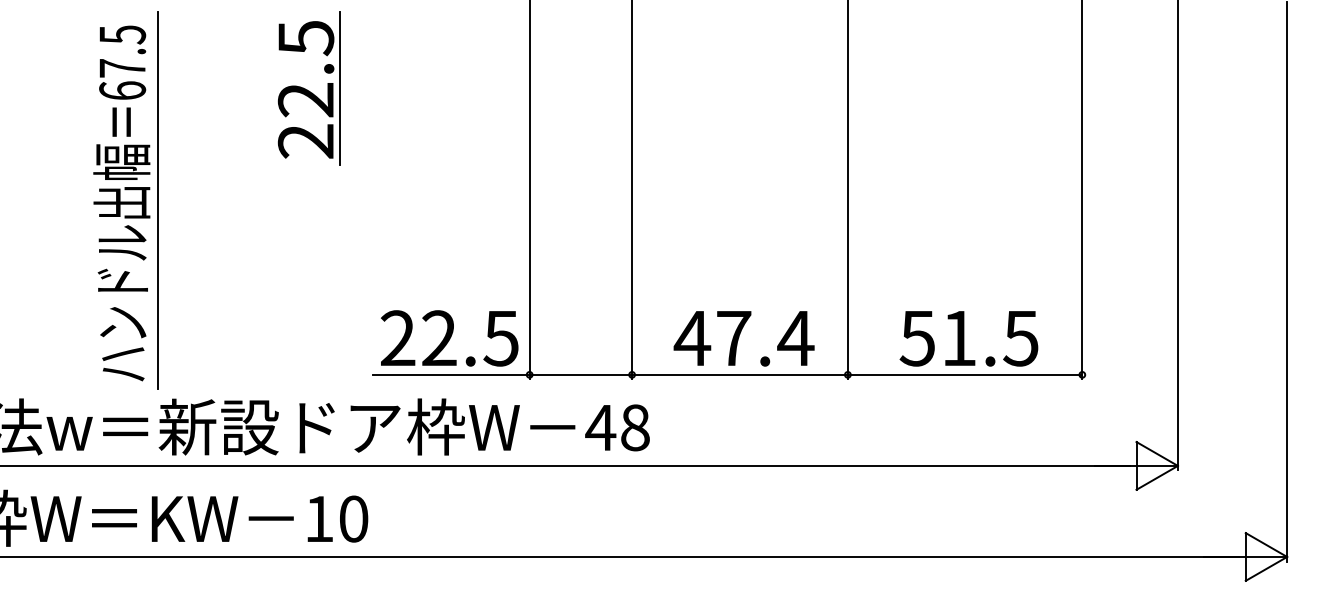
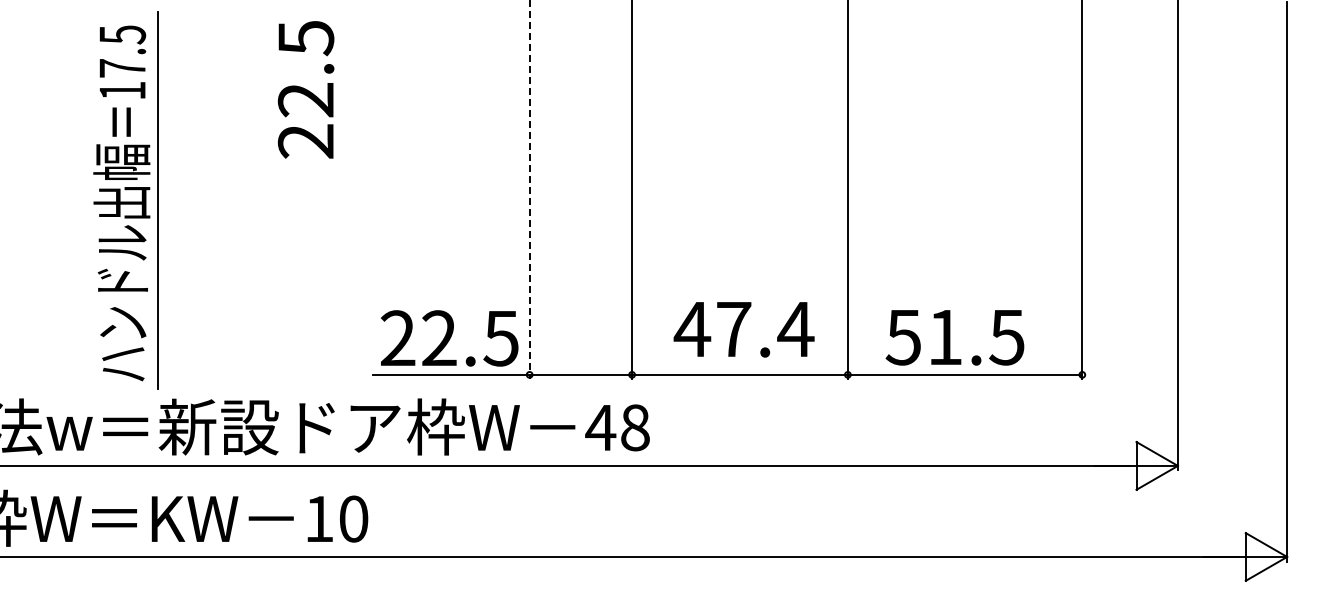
line at (340, 88): present -> none
text at (122, 90): 67.5 -> 17.5
line at (529, 190): solid -> dashed
text at (743, 338) position: (743, 338) -> (743, 329)
text at (968, 338) position: (968, 338) -> (954, 337)
